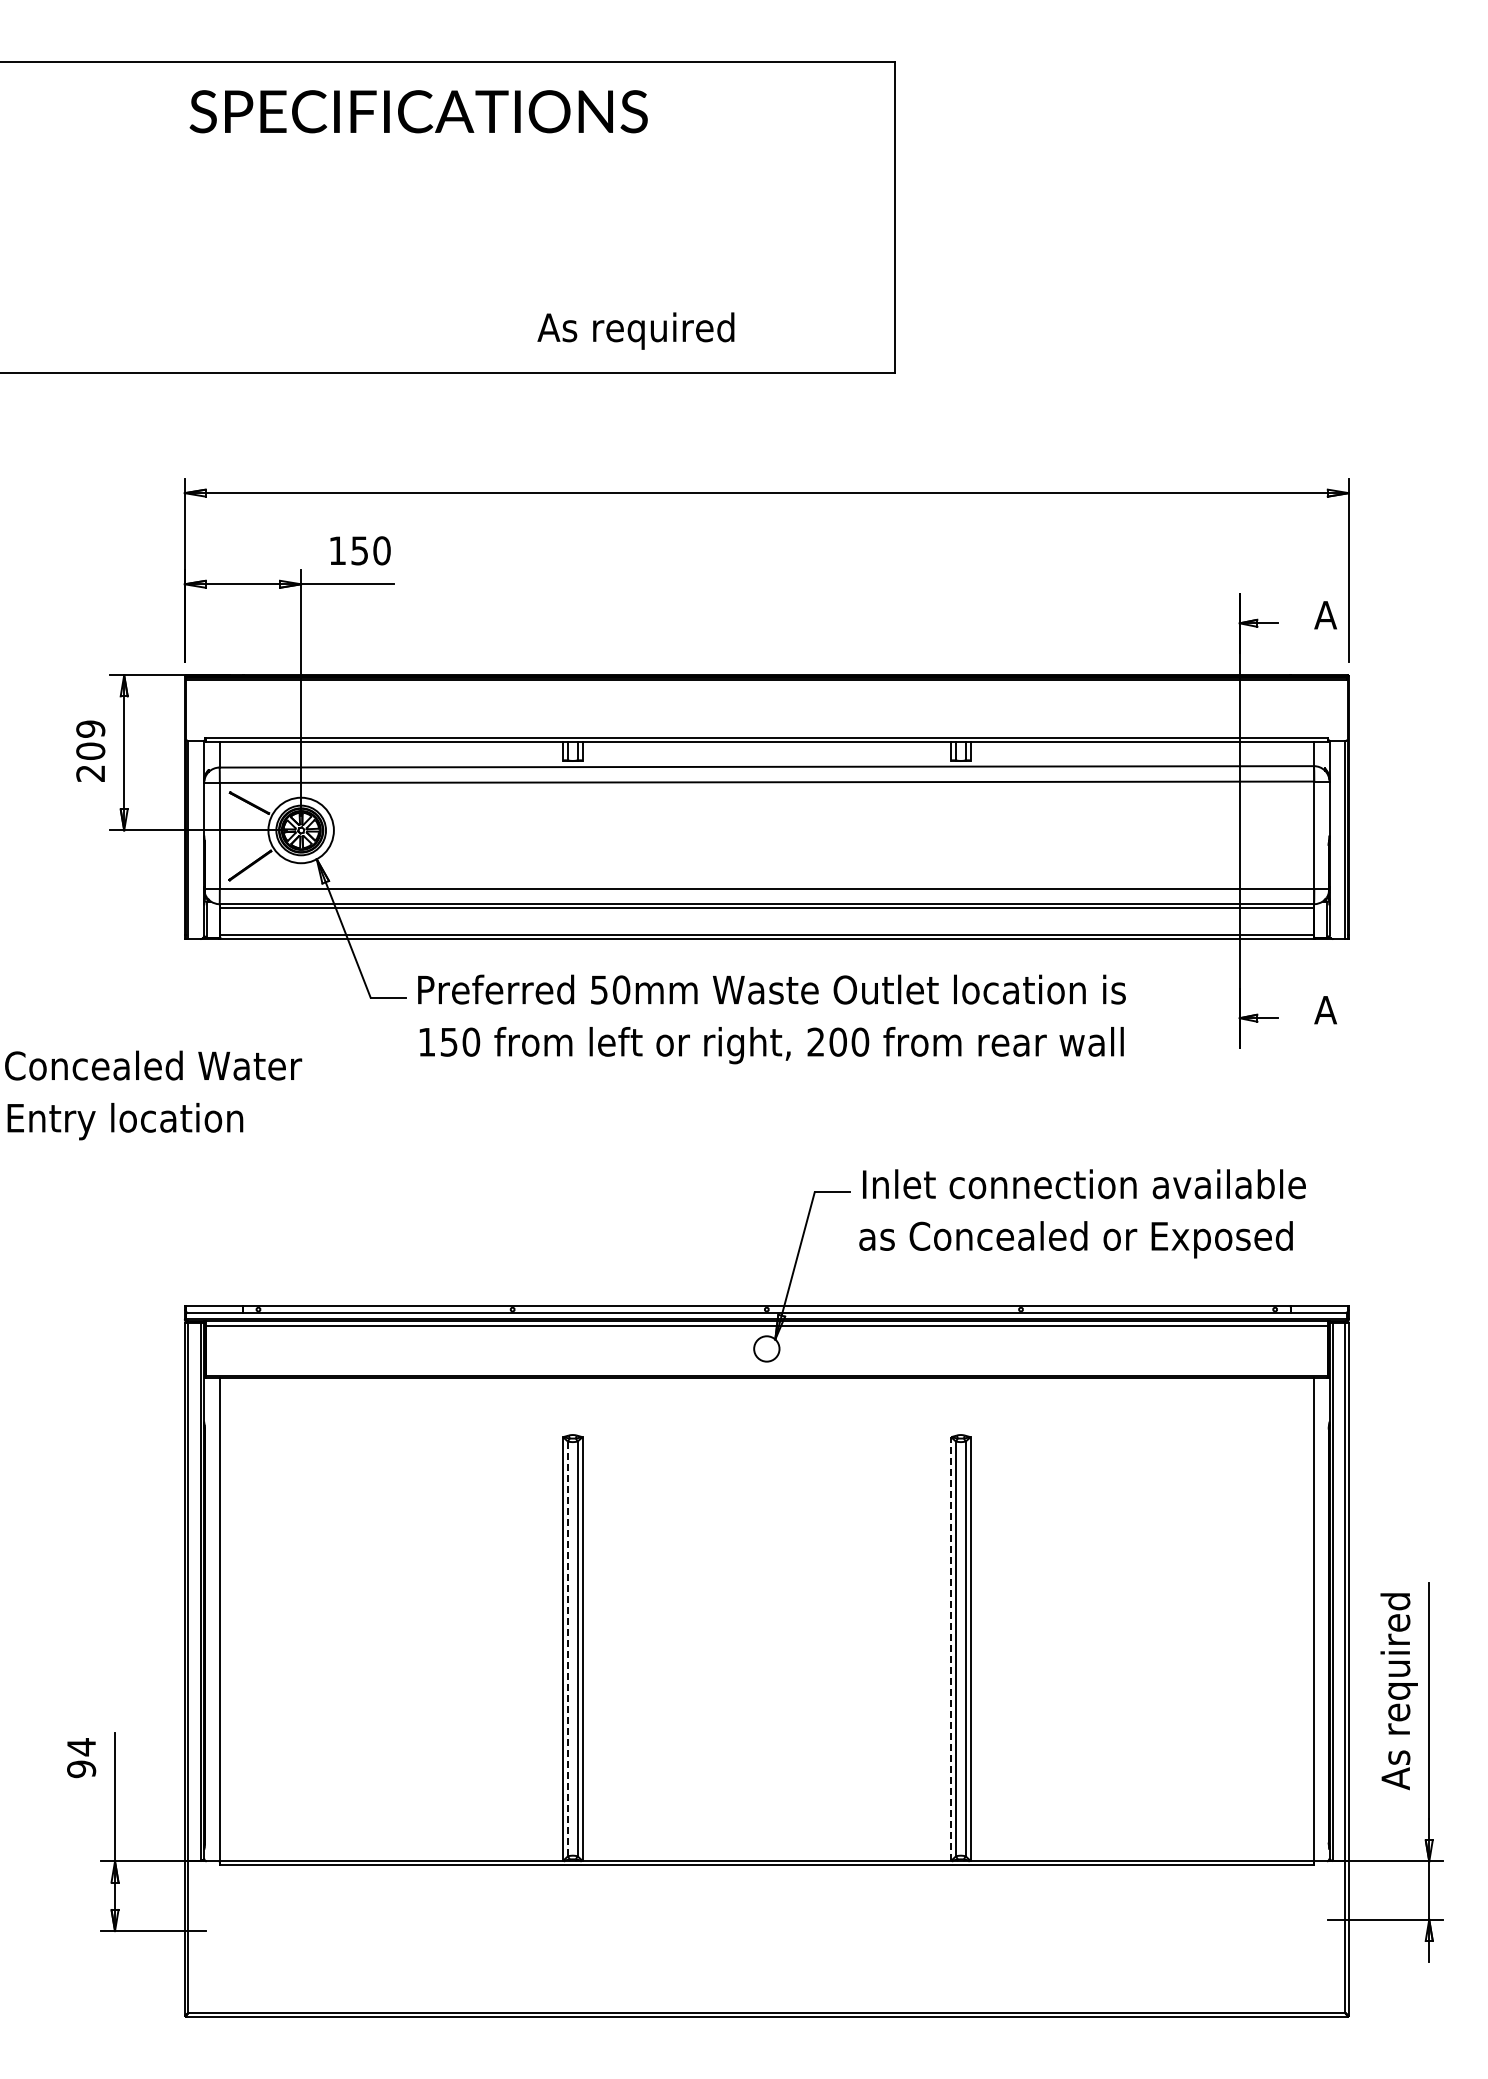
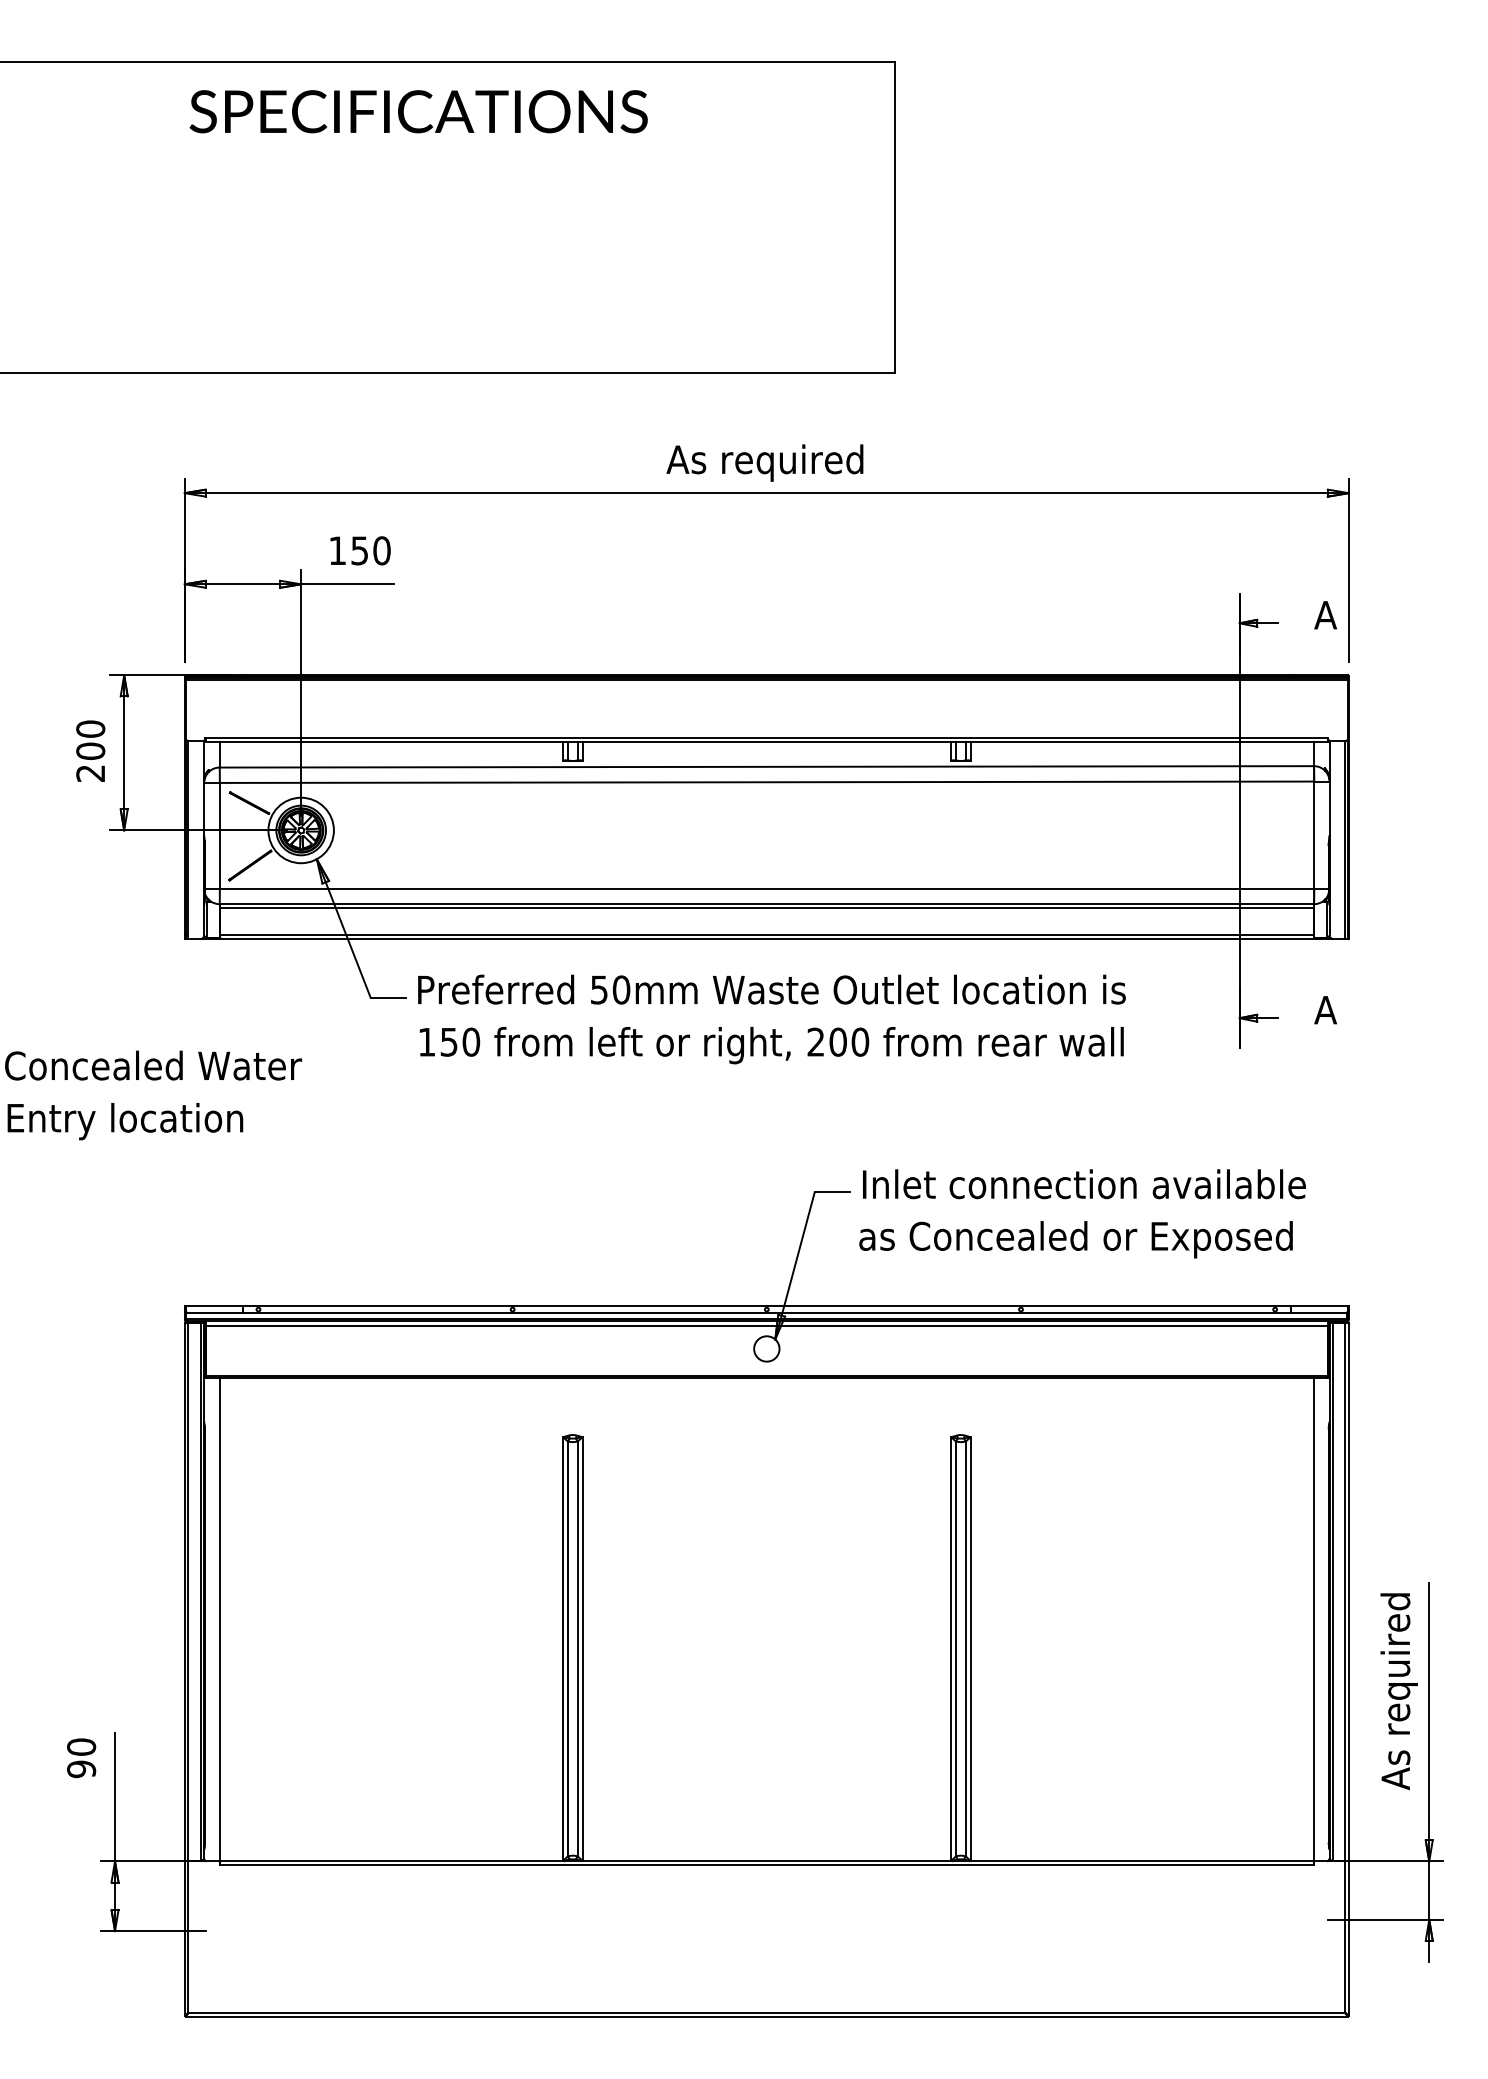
text at (635, 330) position: (635, 330) -> (764, 462)
text at (90, 728): 209 -> 200
line at (567, 1649): dashed -> solid
line at (951, 1649): dashed -> solid
text at (81, 1747): 94 -> 90
